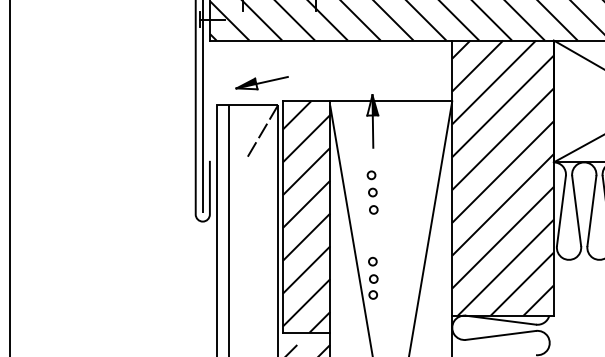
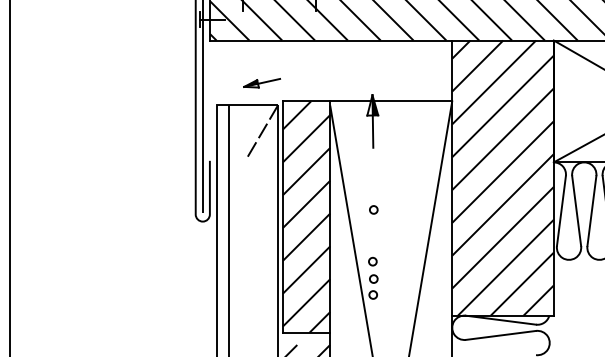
part at (261, 83) size: 54x15 px -> 39x11 px
part at (371, 183): present -> none
